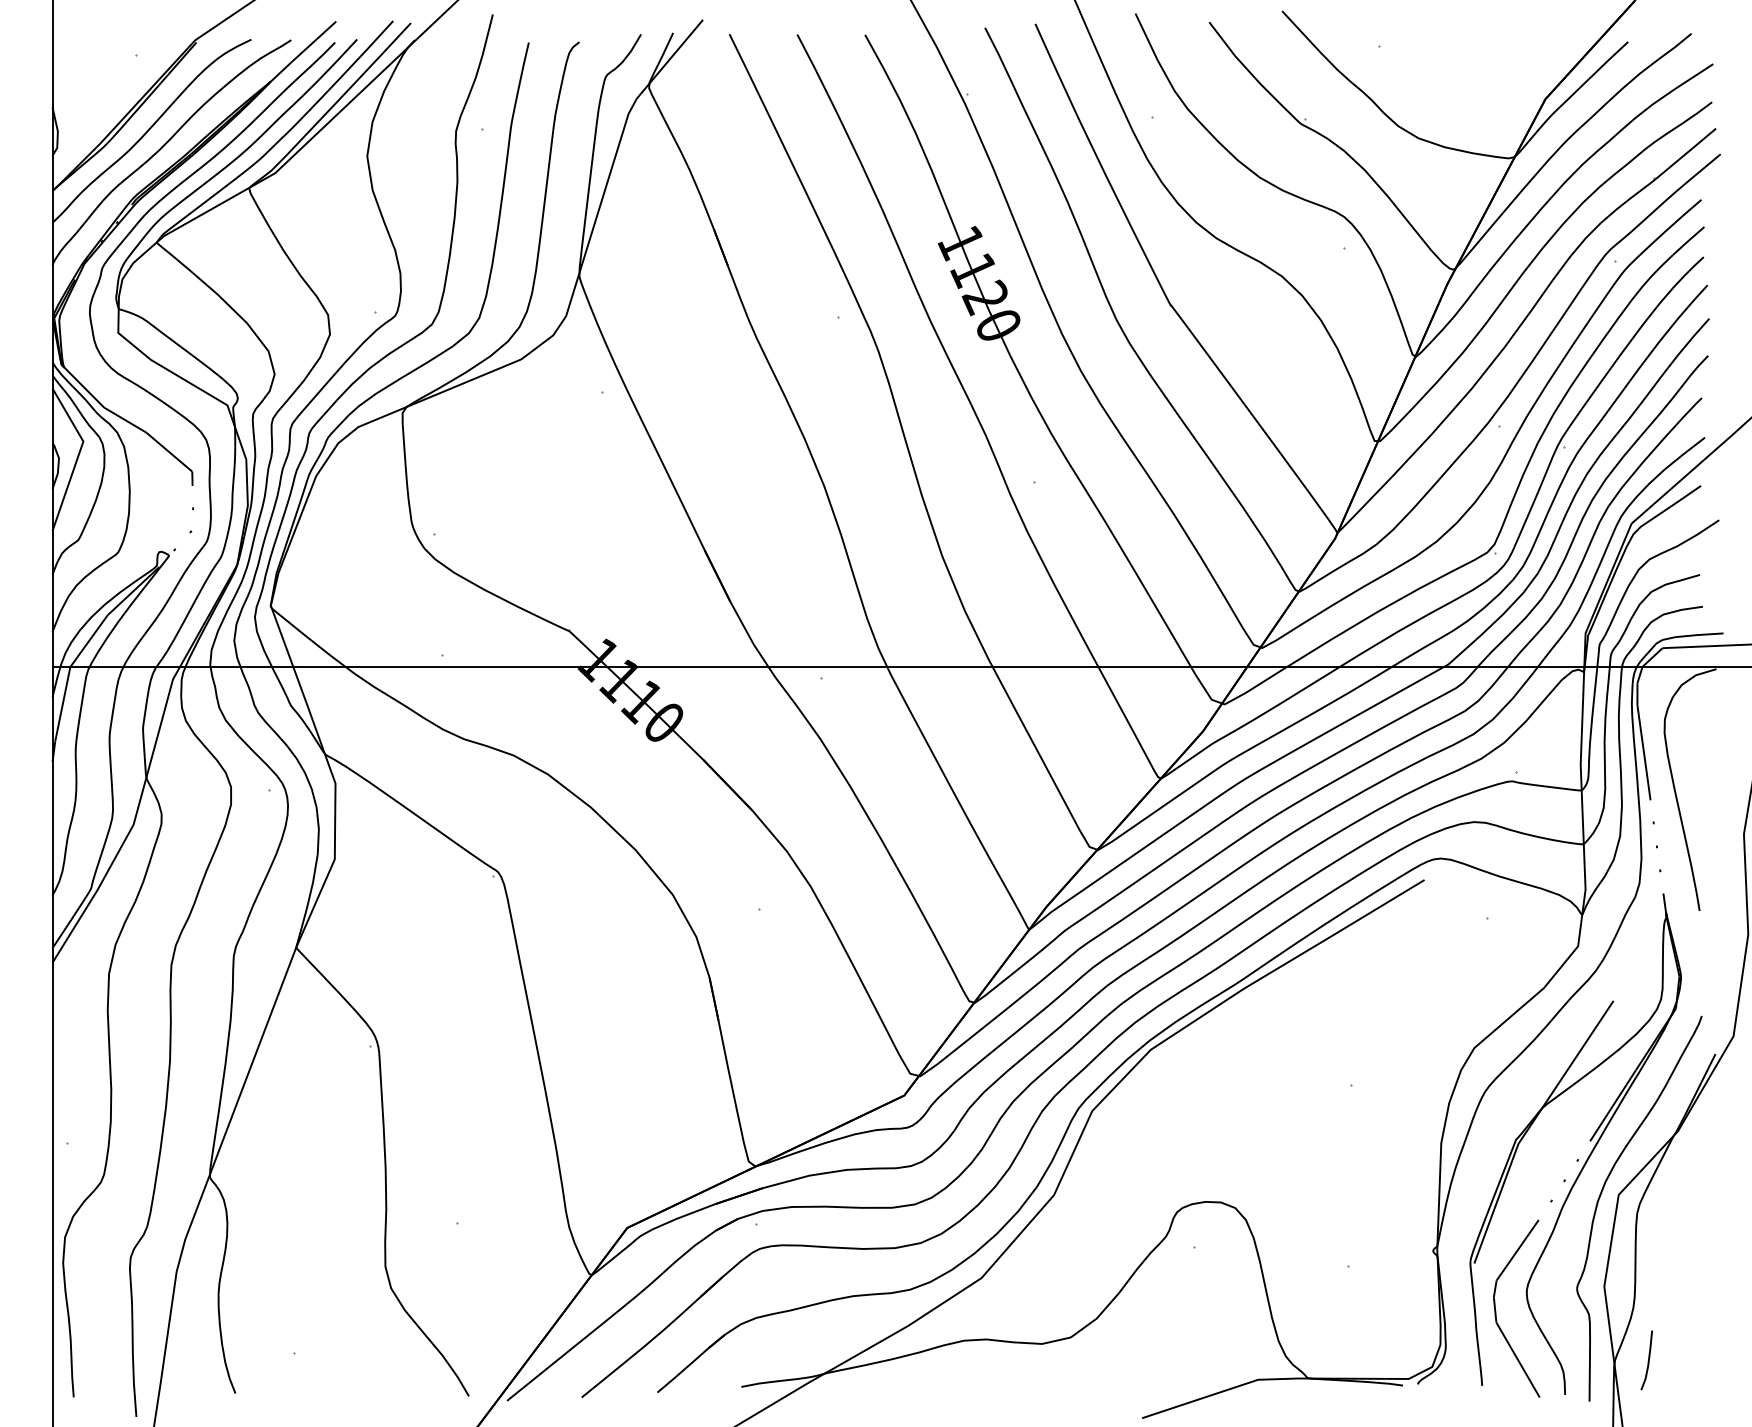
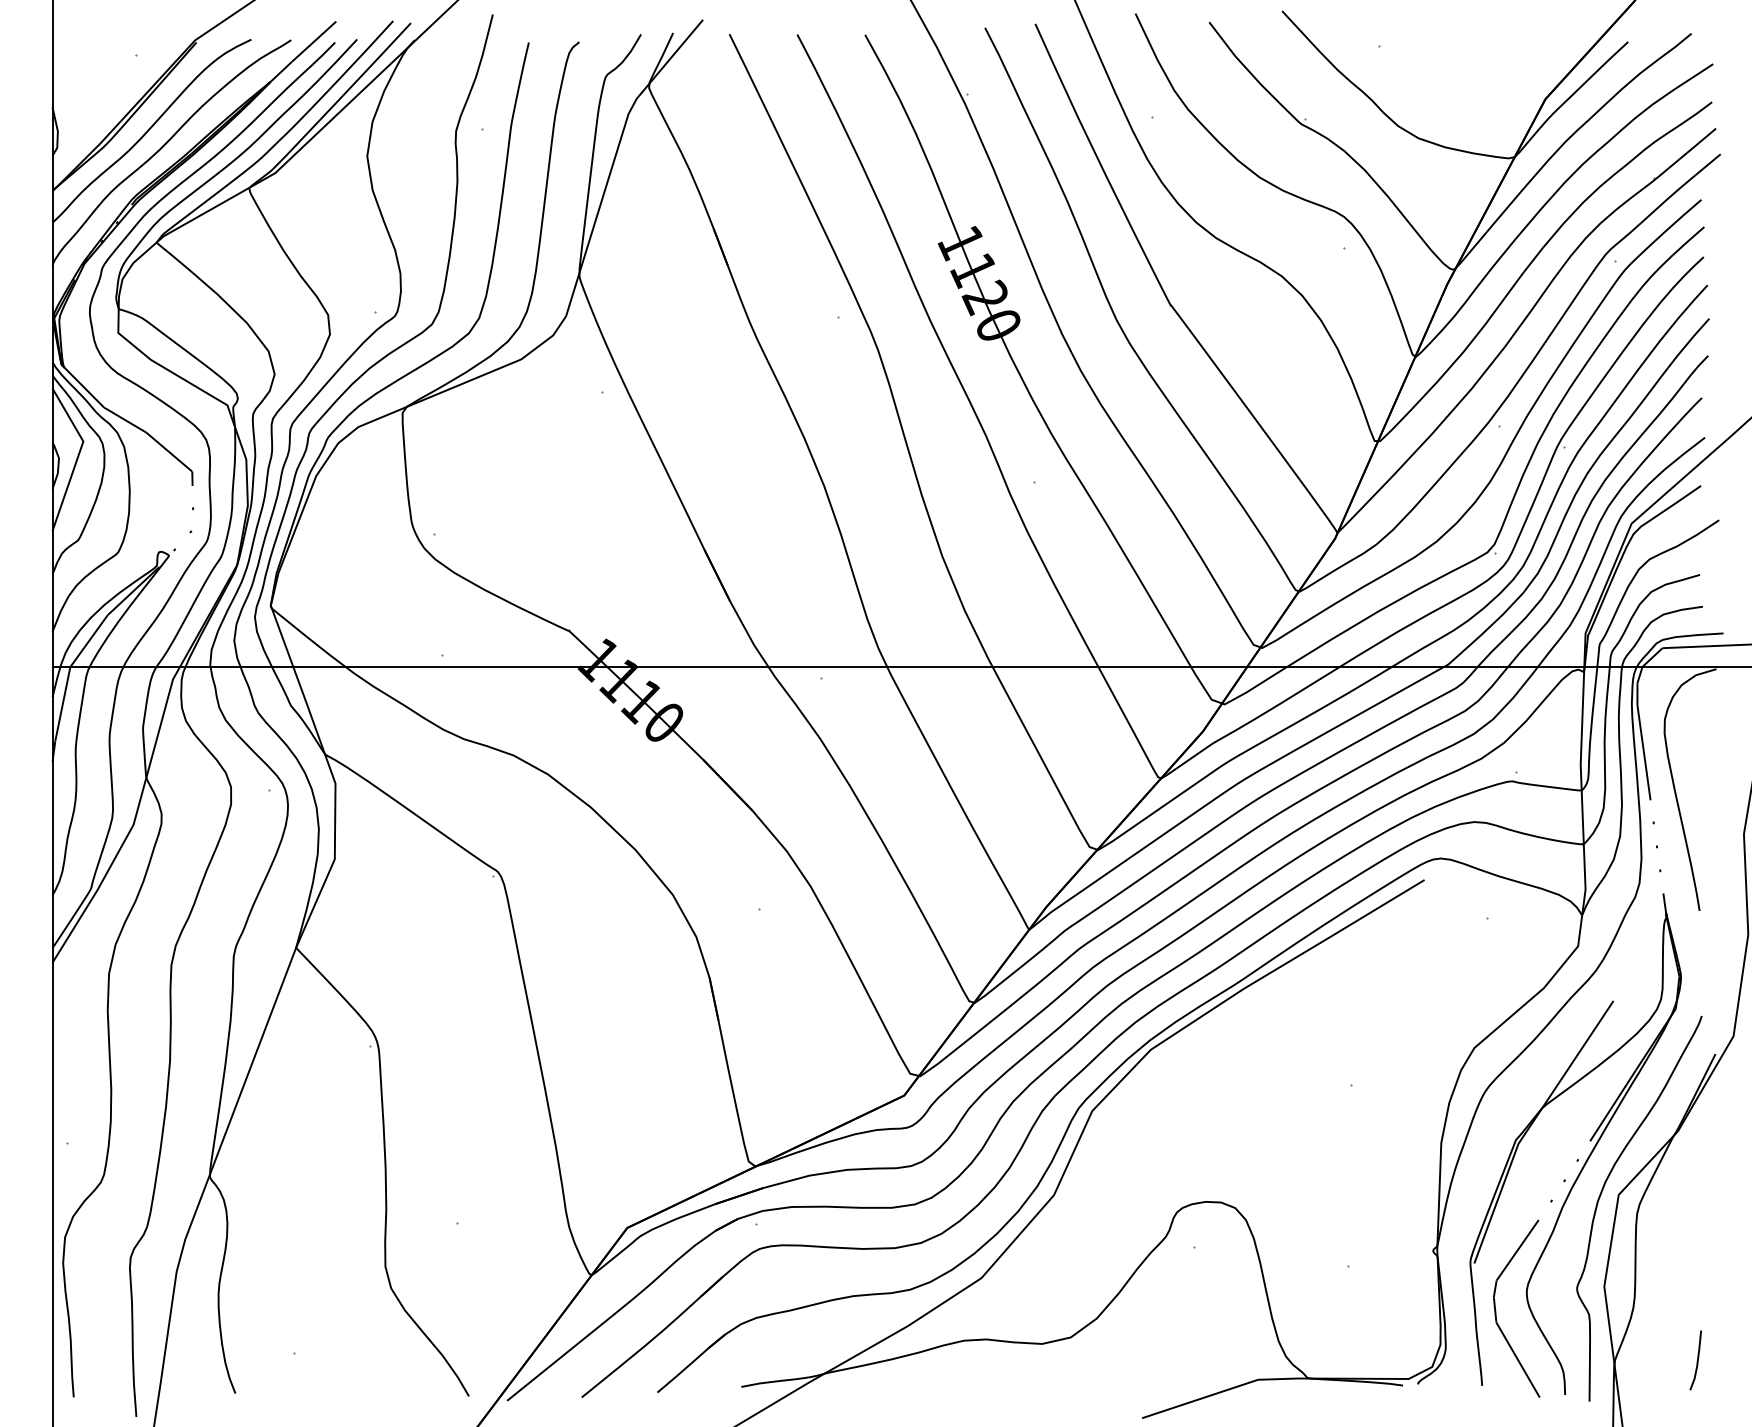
line at (1647, 1361) position: (1647, 1361) -> (1696, 1361)
